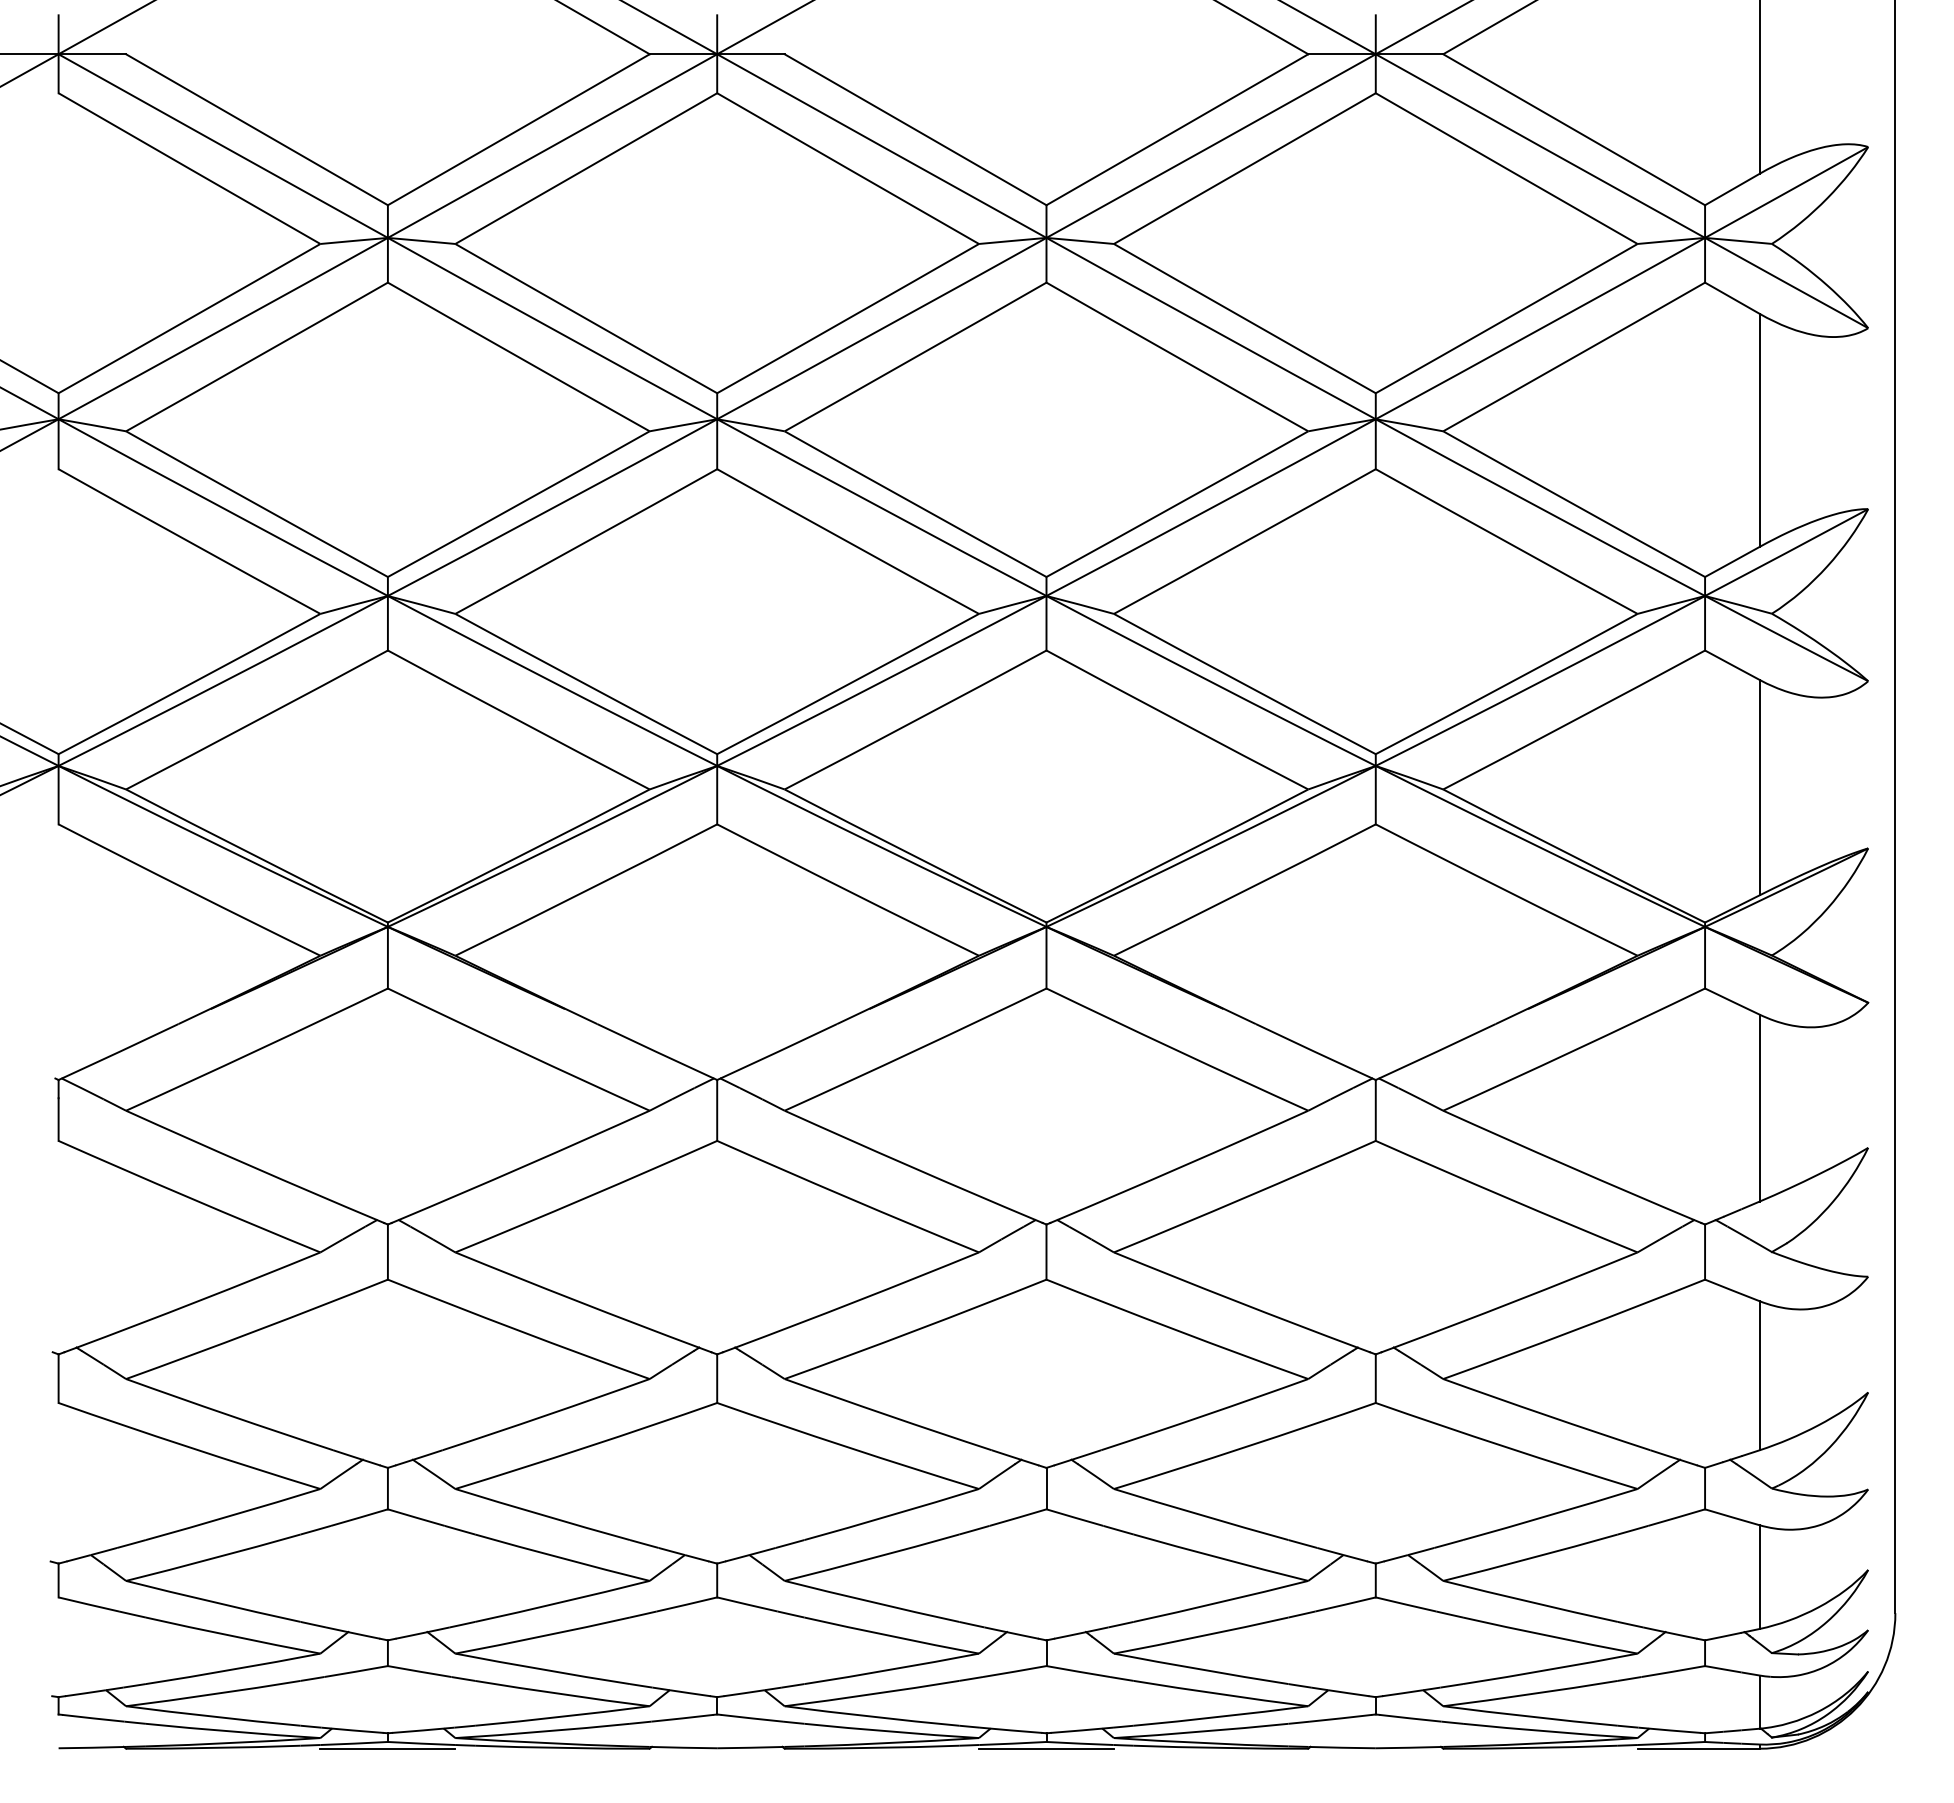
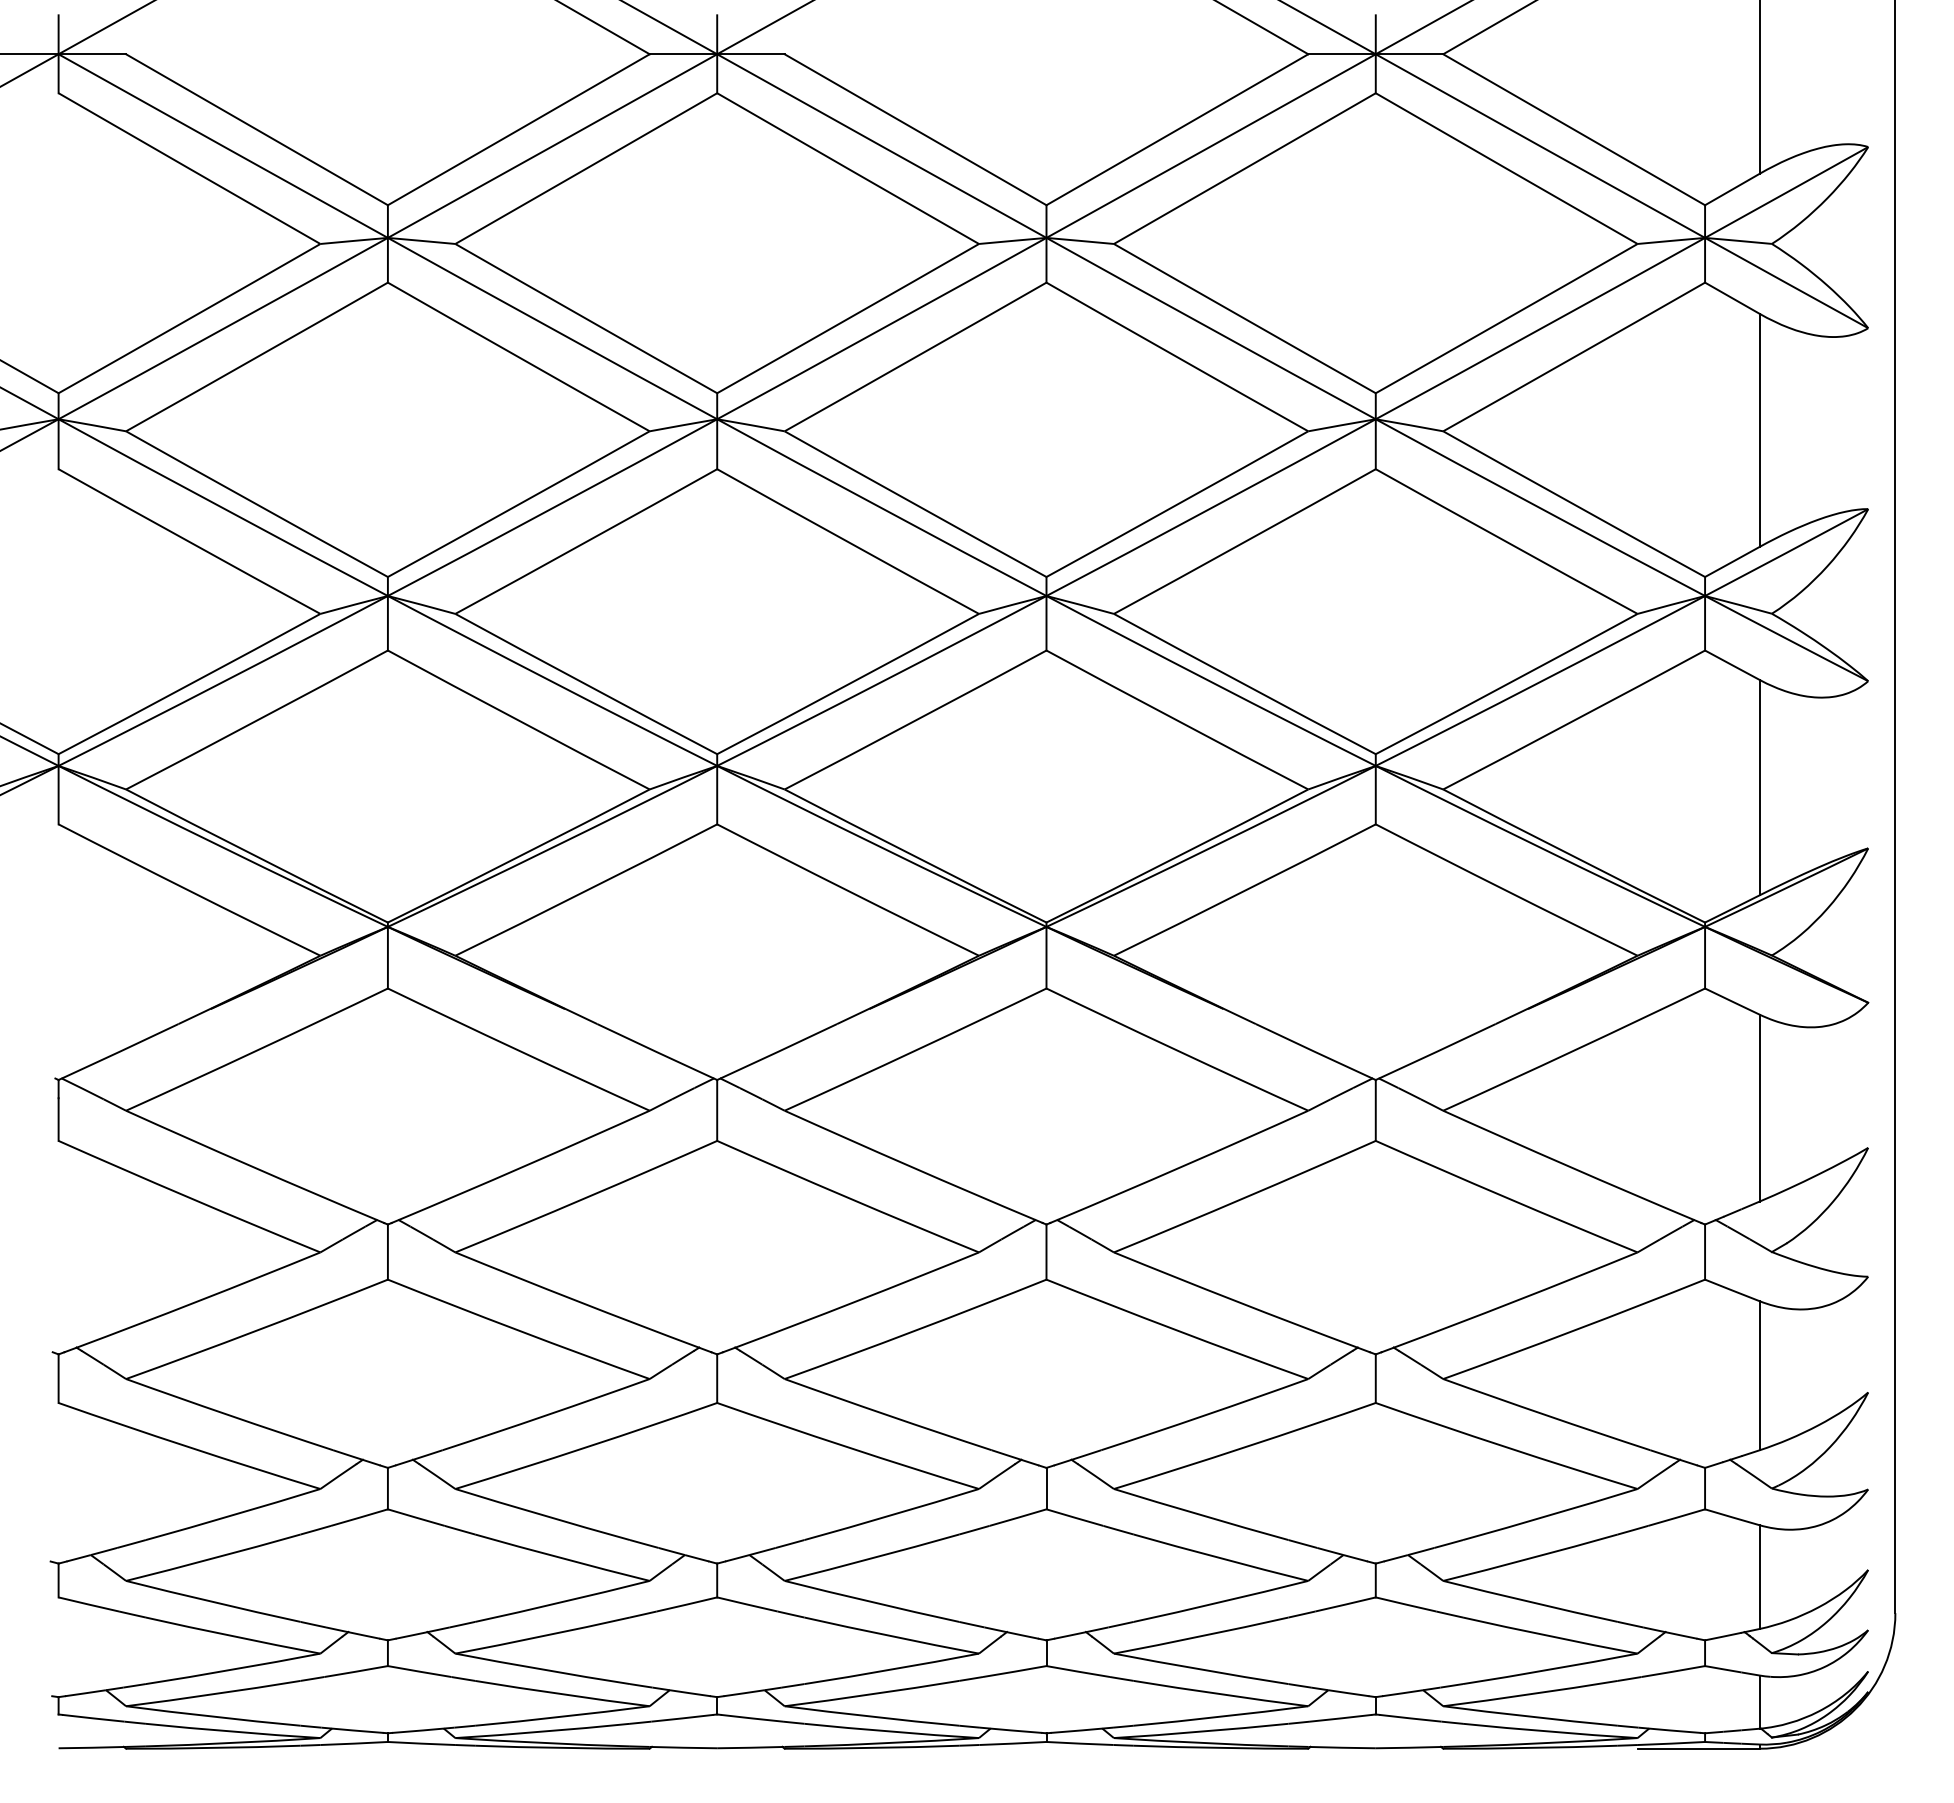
line at (387, 1748): present -> none
line at (1046, 1748): present -> none
